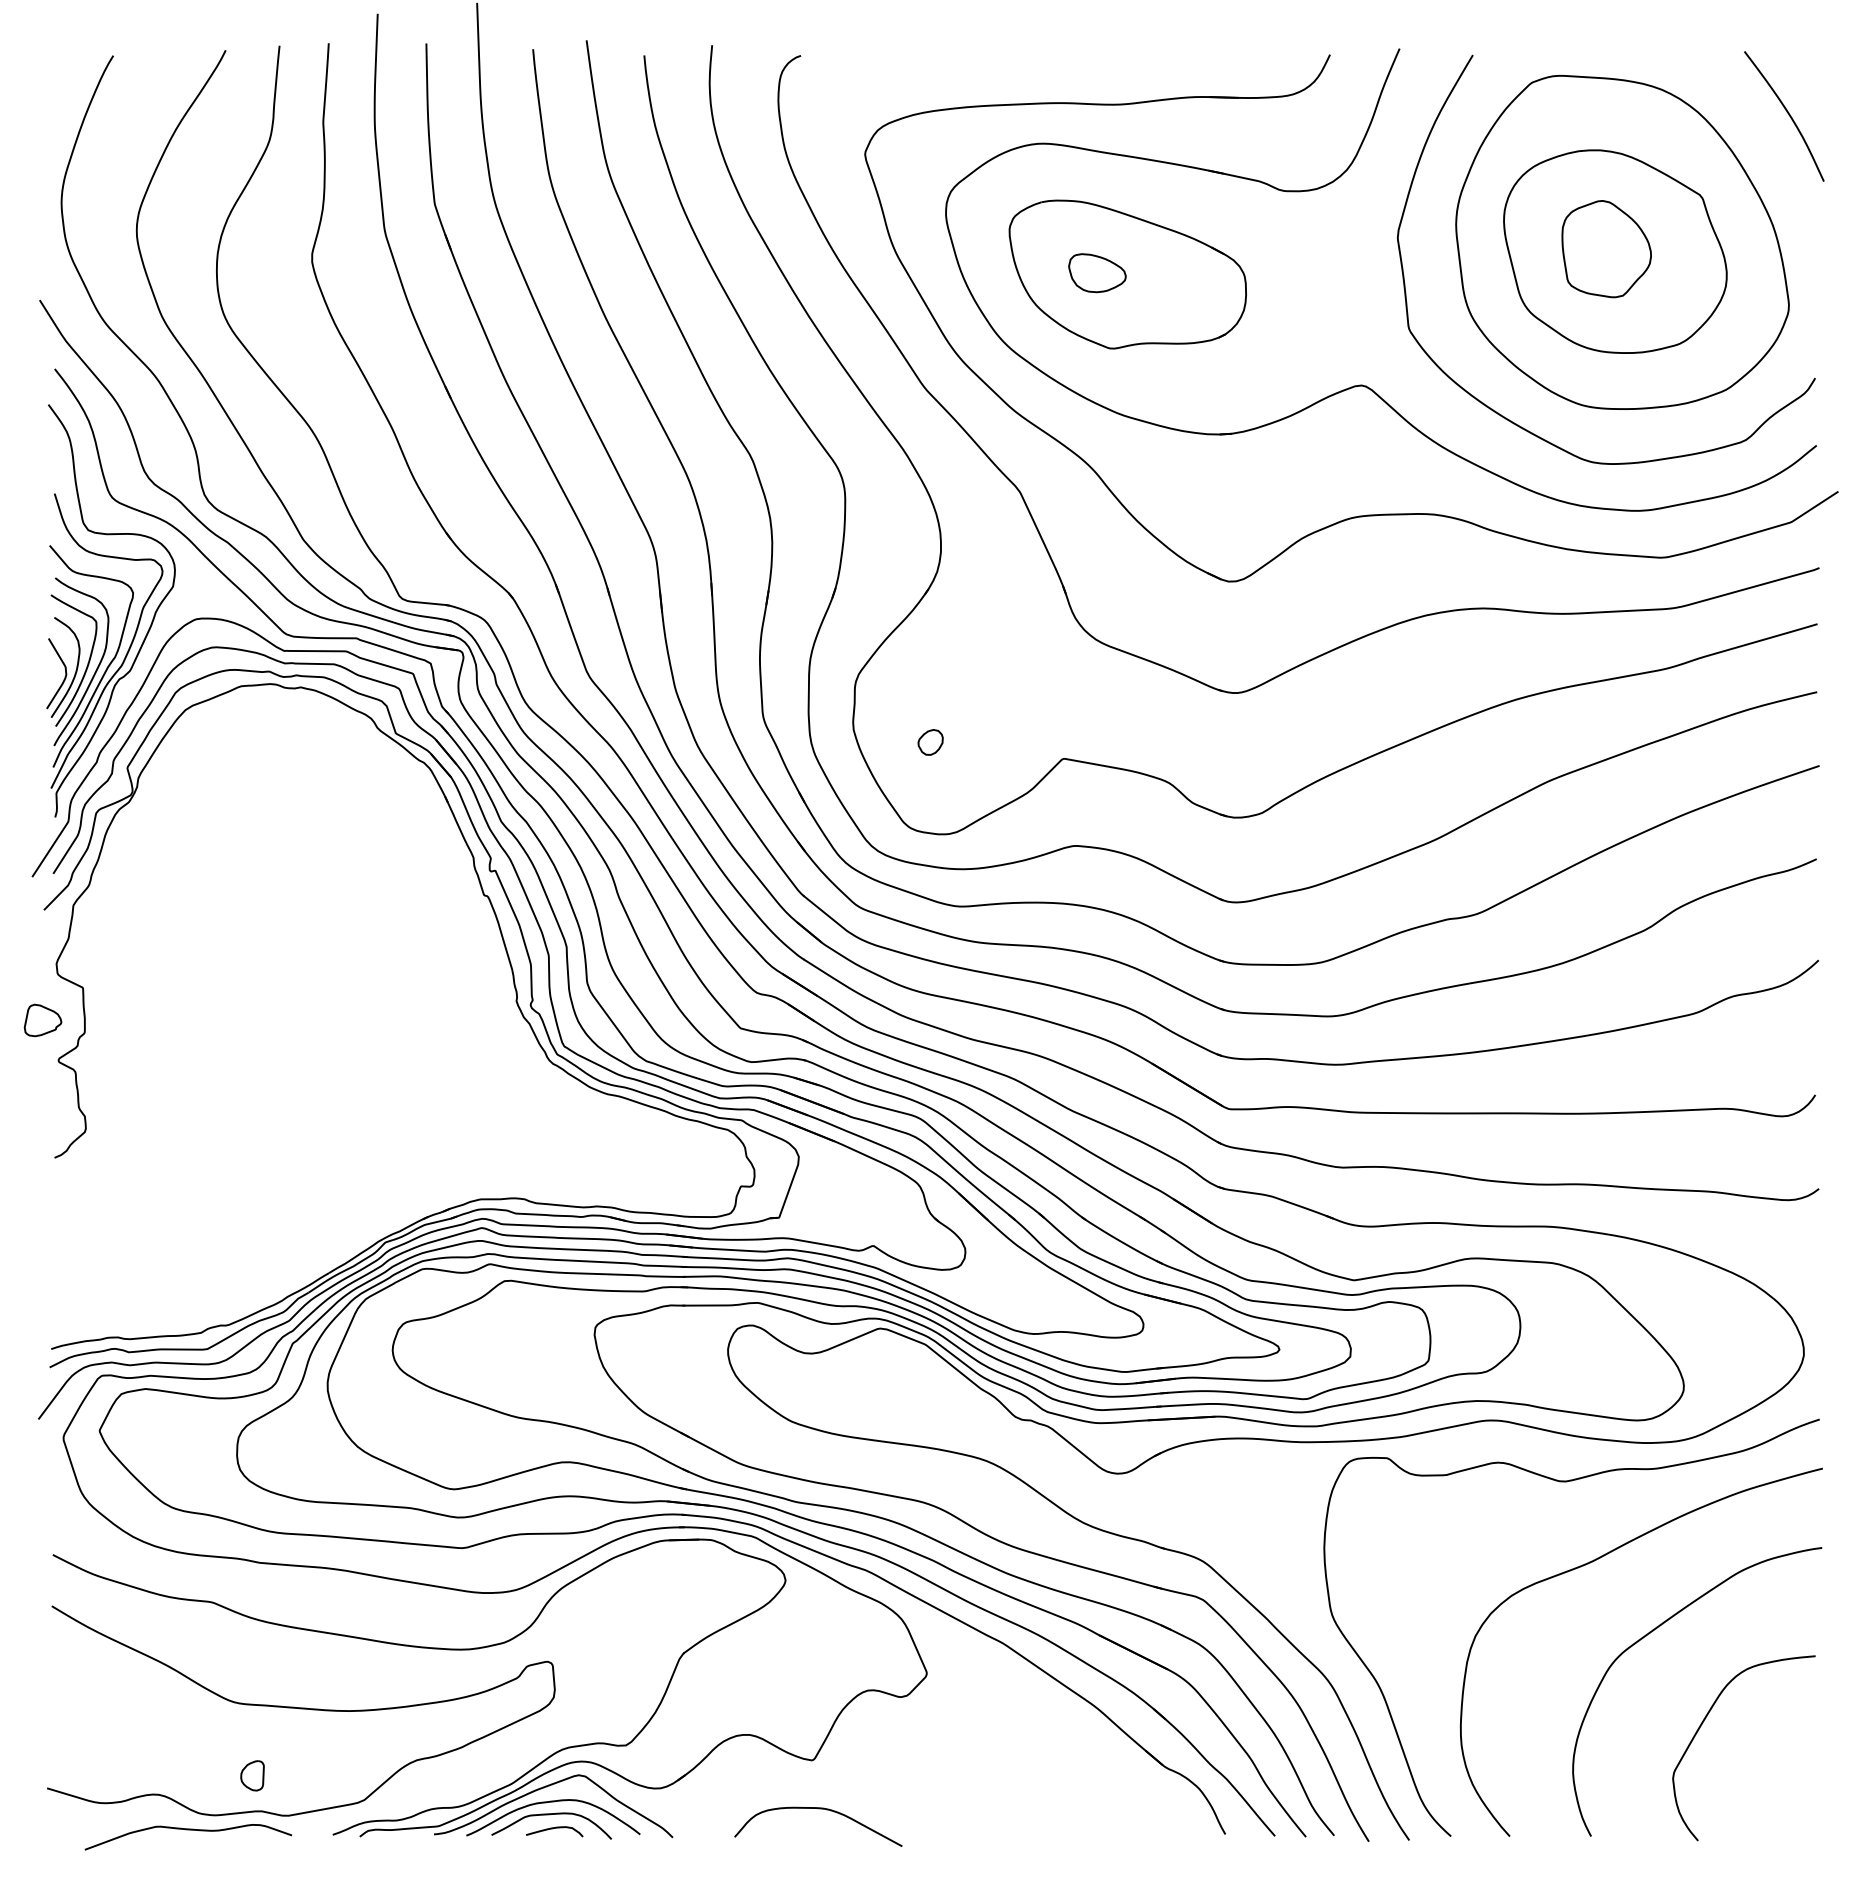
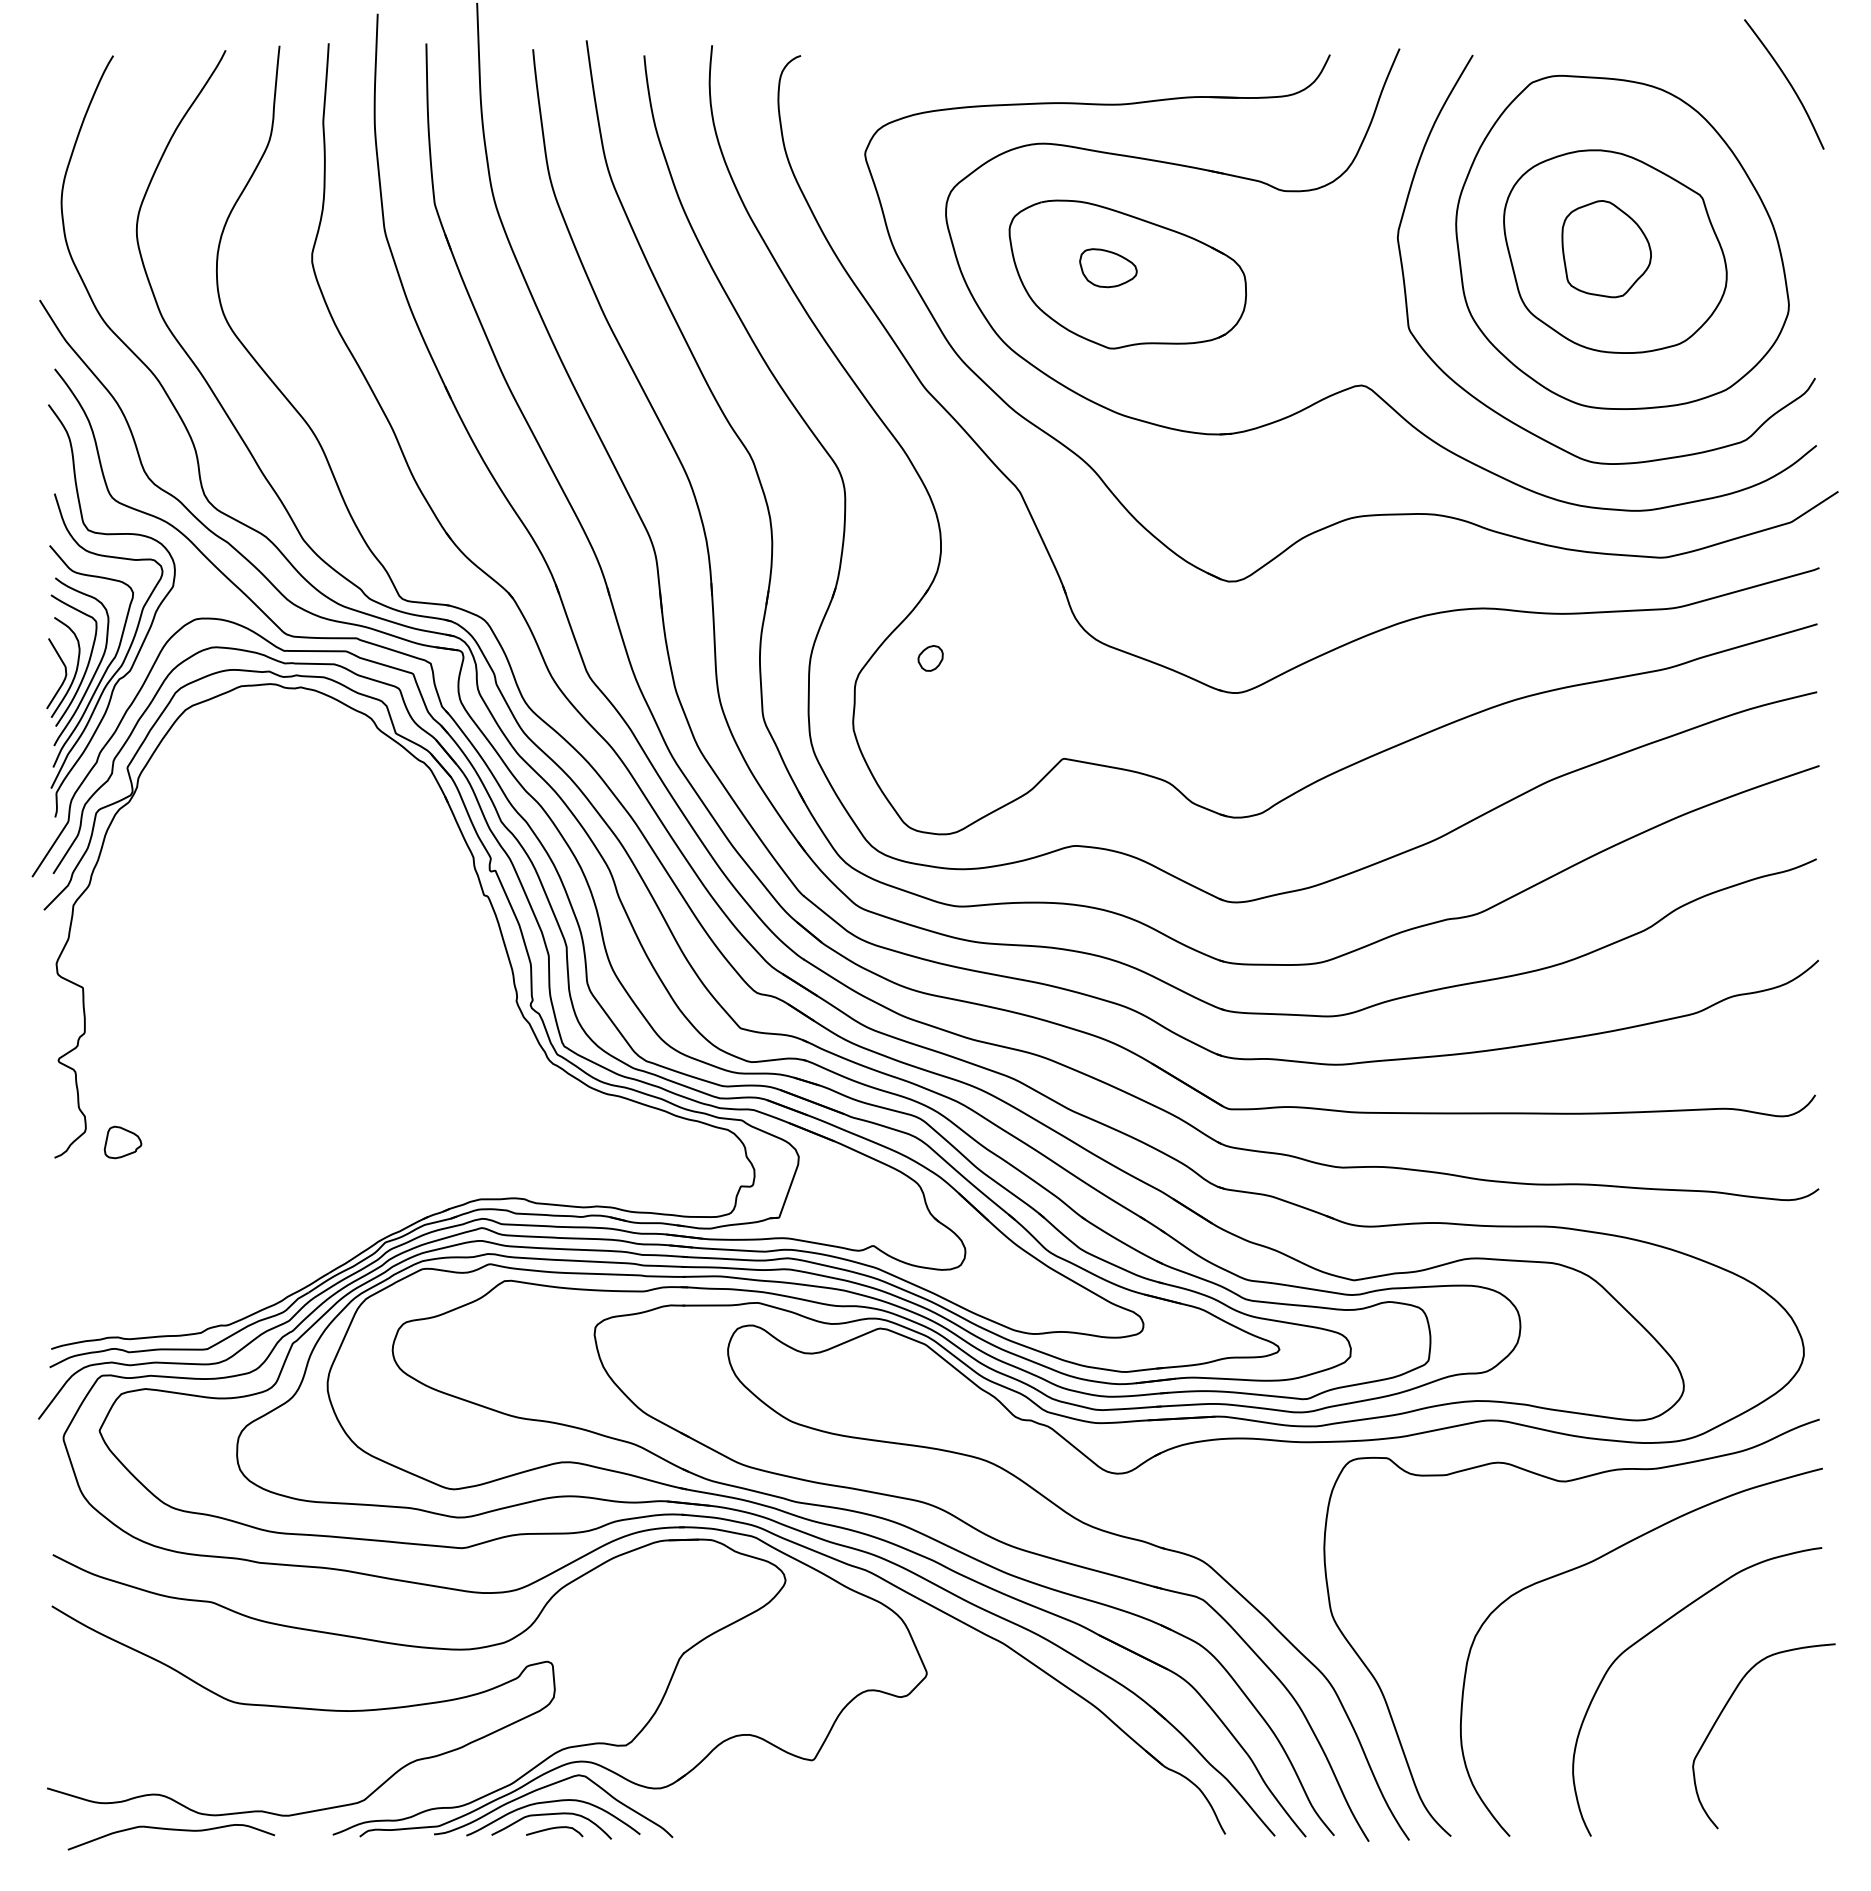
curve at (1788, 115) position: (1788, 115) -> (1788, 83)
part at (1097, 273) position: (1097, 273) -> (1108, 268)
part at (930, 742) position: (930, 742) -> (930, 658)
part at (42, 1020) position: (42, 1020) -> (122, 1142)
curve at (1701, 1726) position: (1701, 1726) -> (1721, 1714)
part at (252, 1775): present -> none
curve at (818, 1809): present -> none
curve at (188, 1830) position: (188, 1830) -> (171, 1830)
